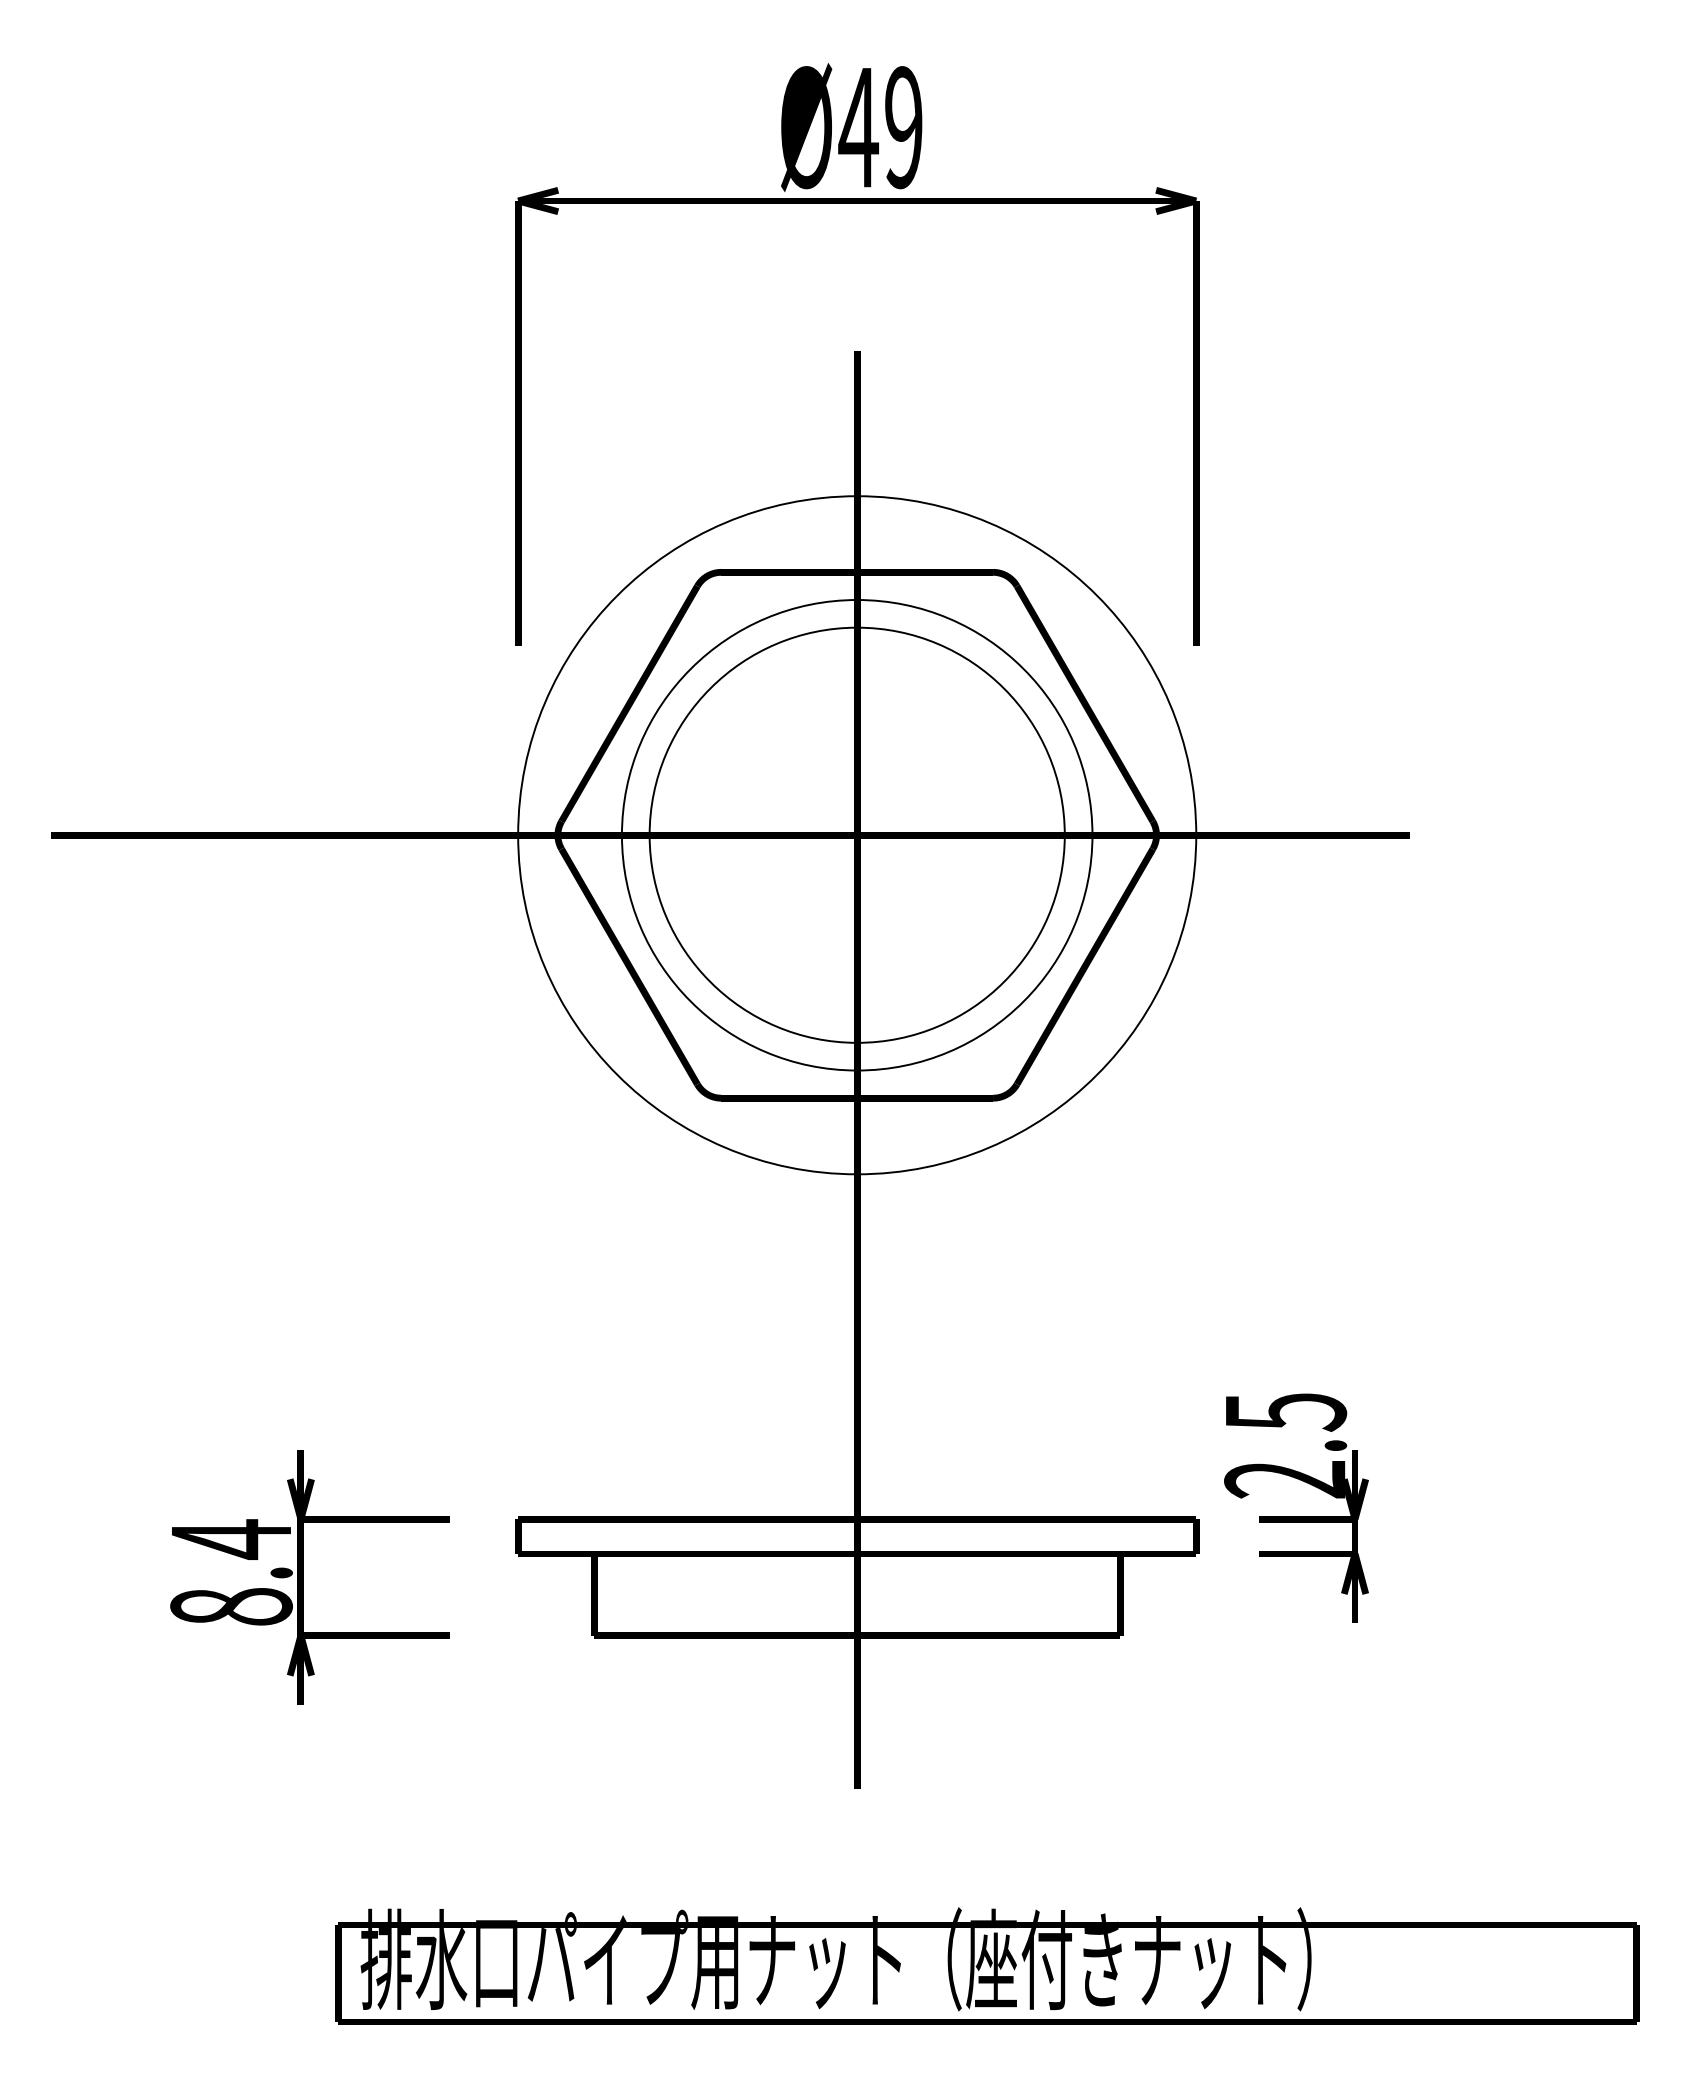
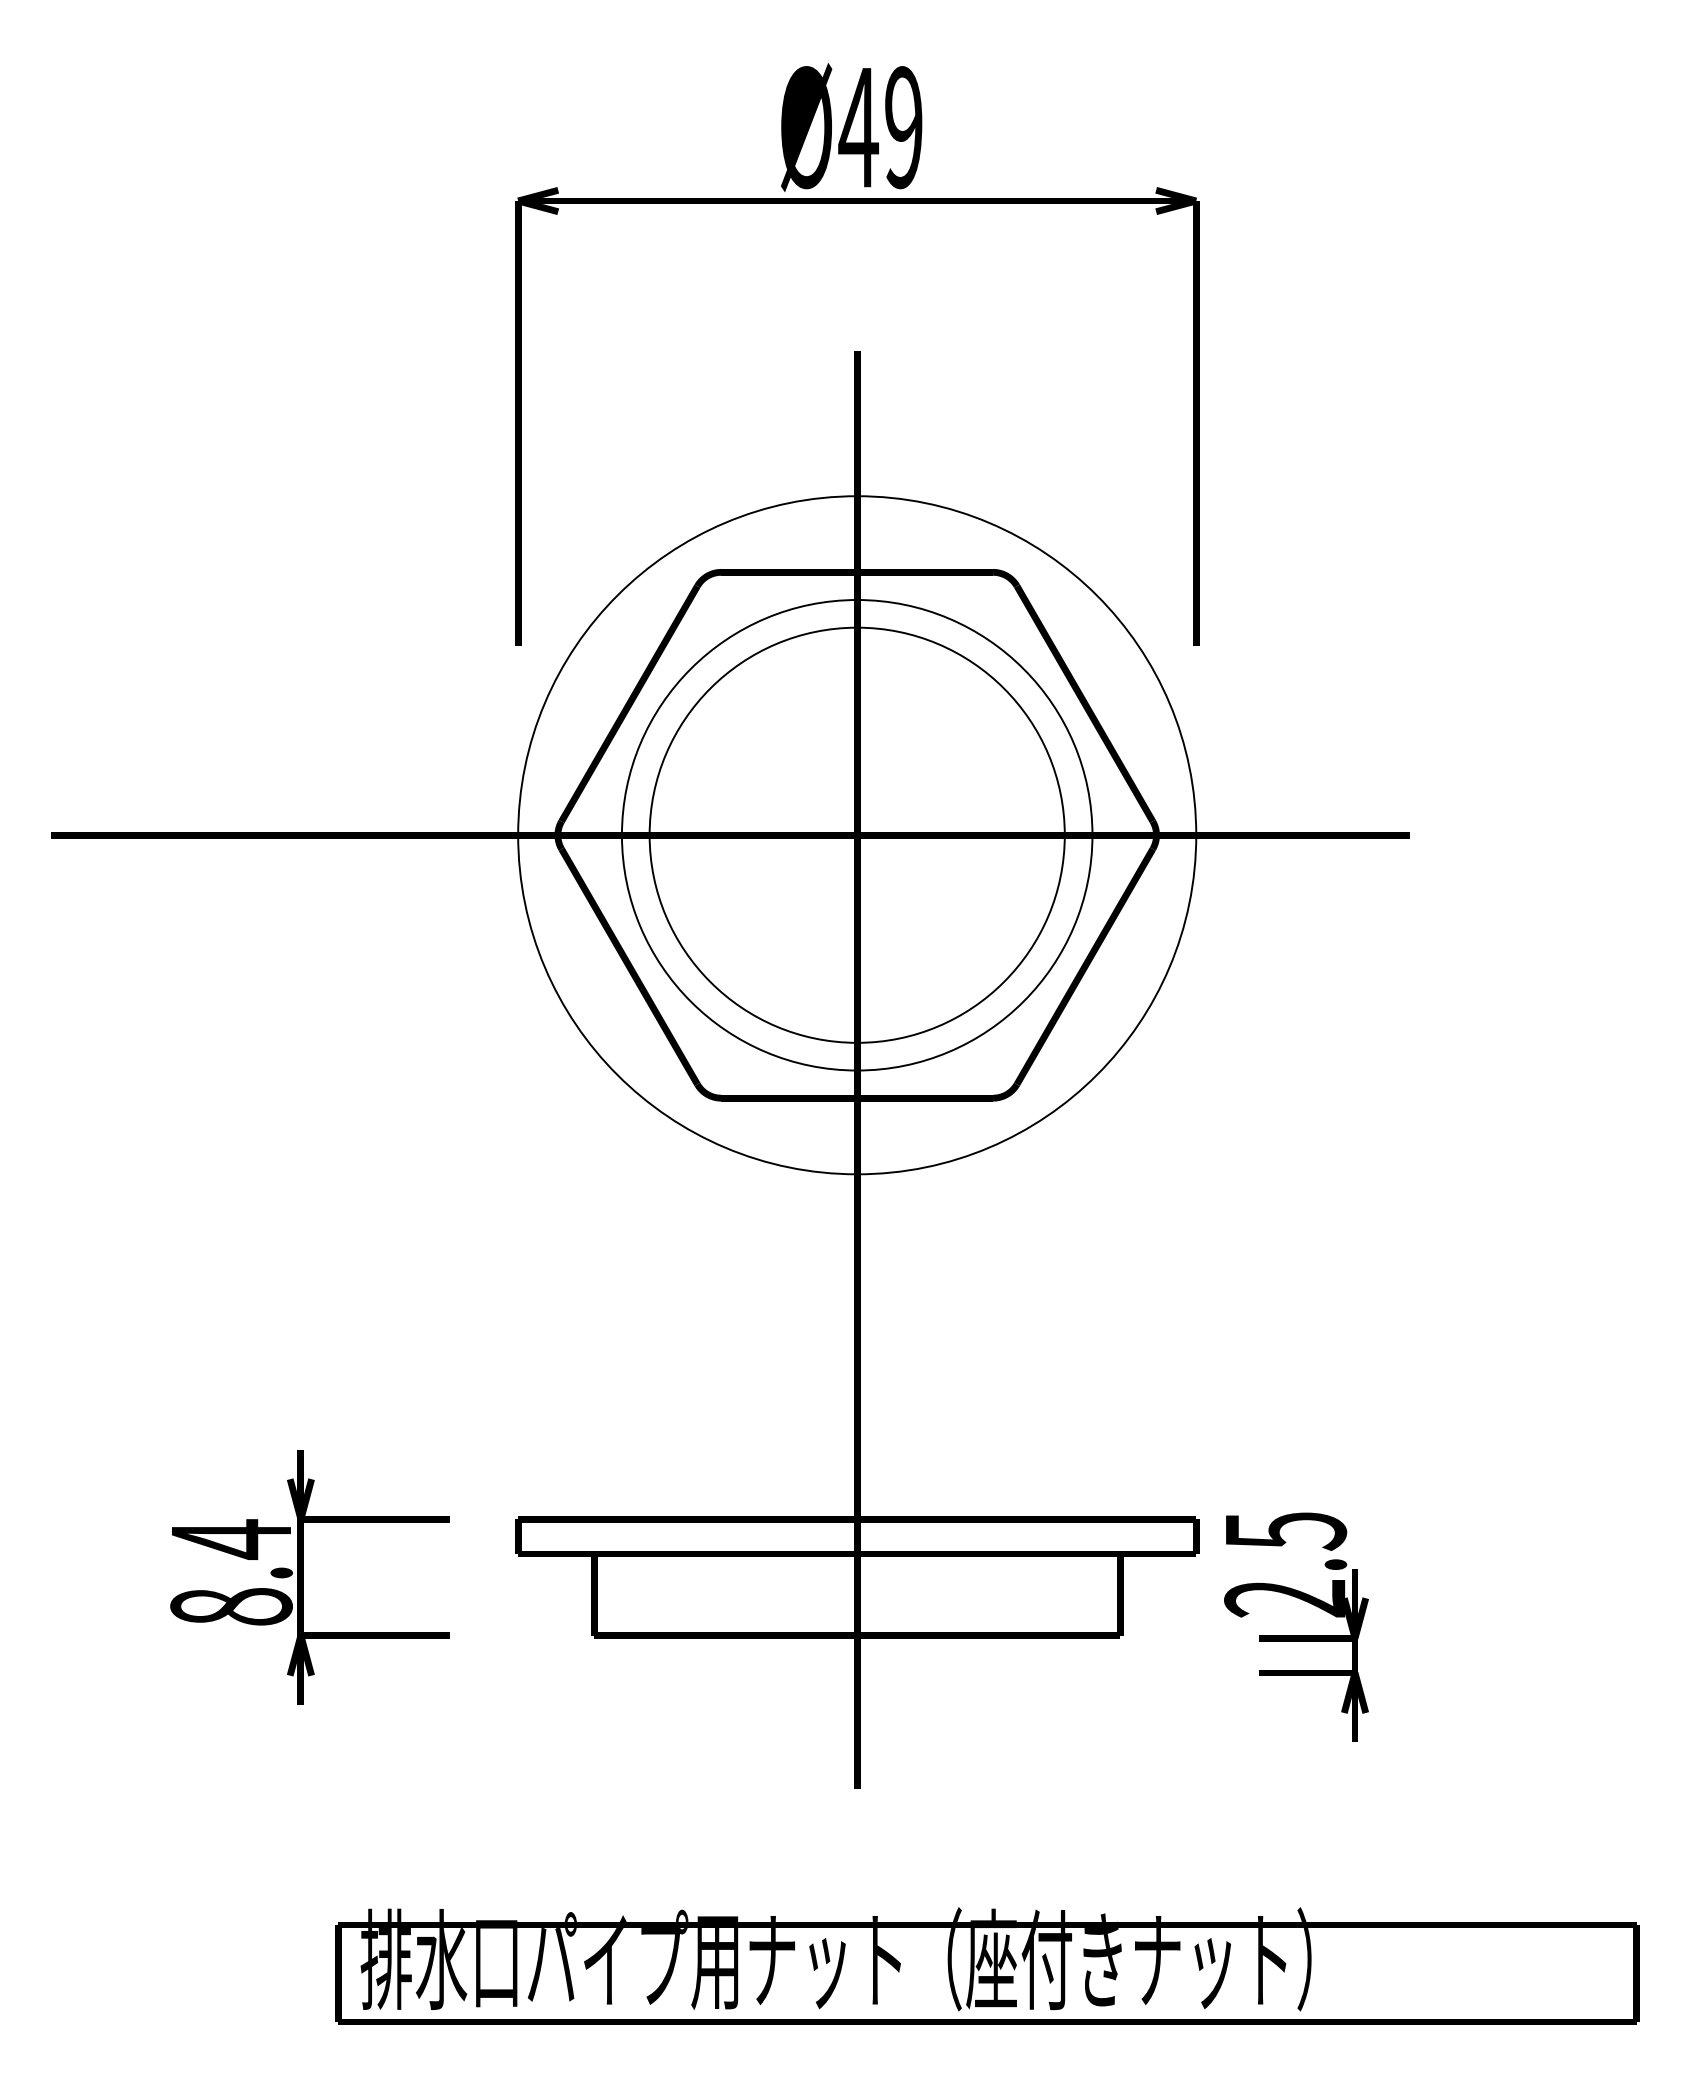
text at (1296, 1507) position: (1296, 1507) -> (1296, 1626)
